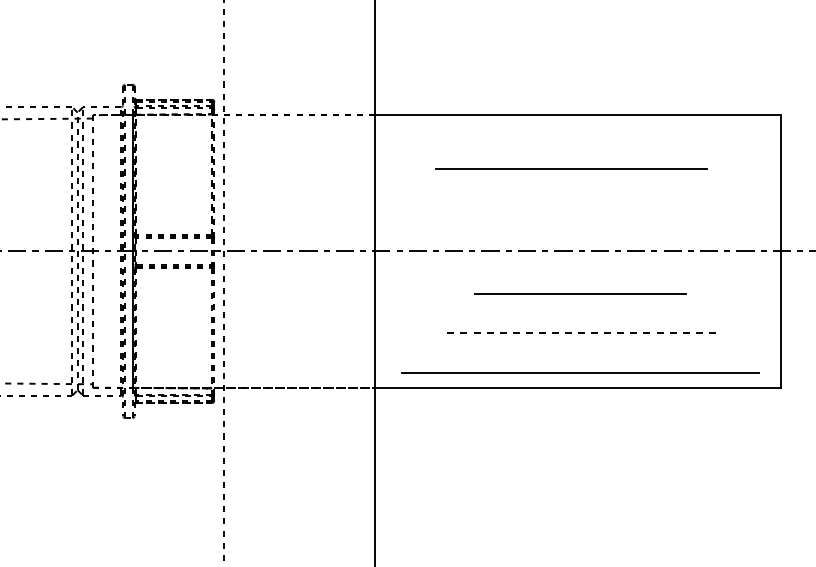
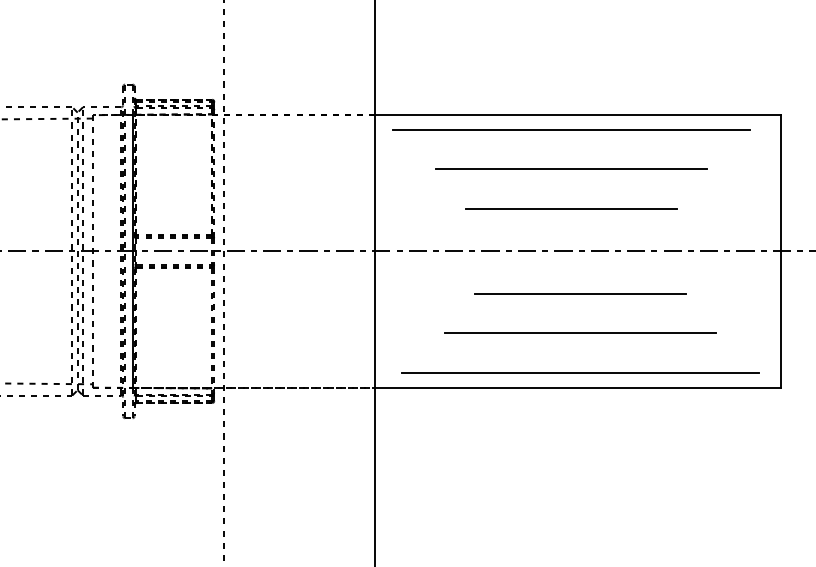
line at (571, 129): none -> present
line at (571, 208): none -> present
line at (579, 333): dashed -> solid
